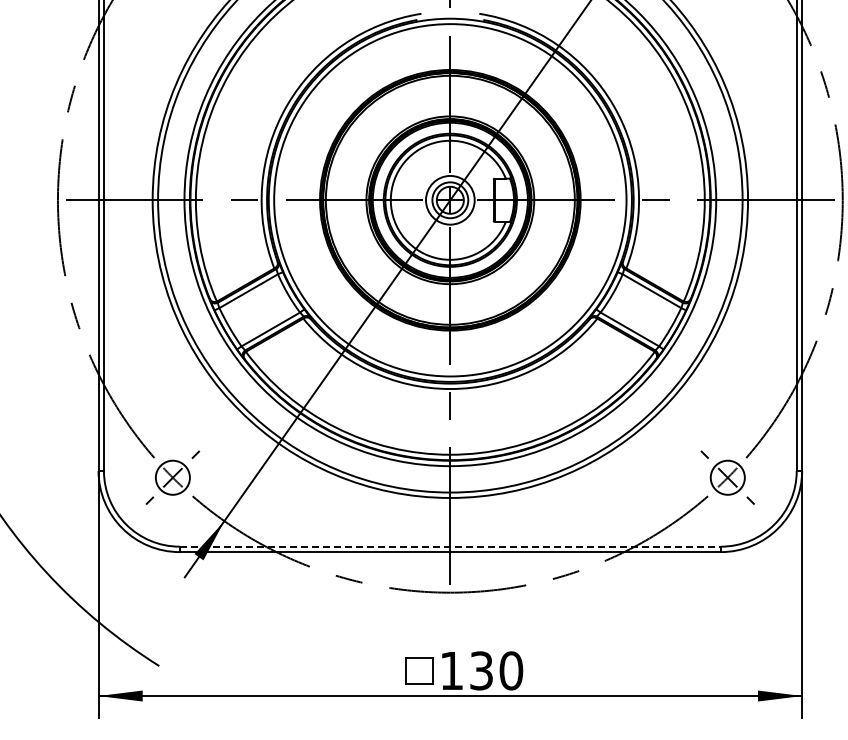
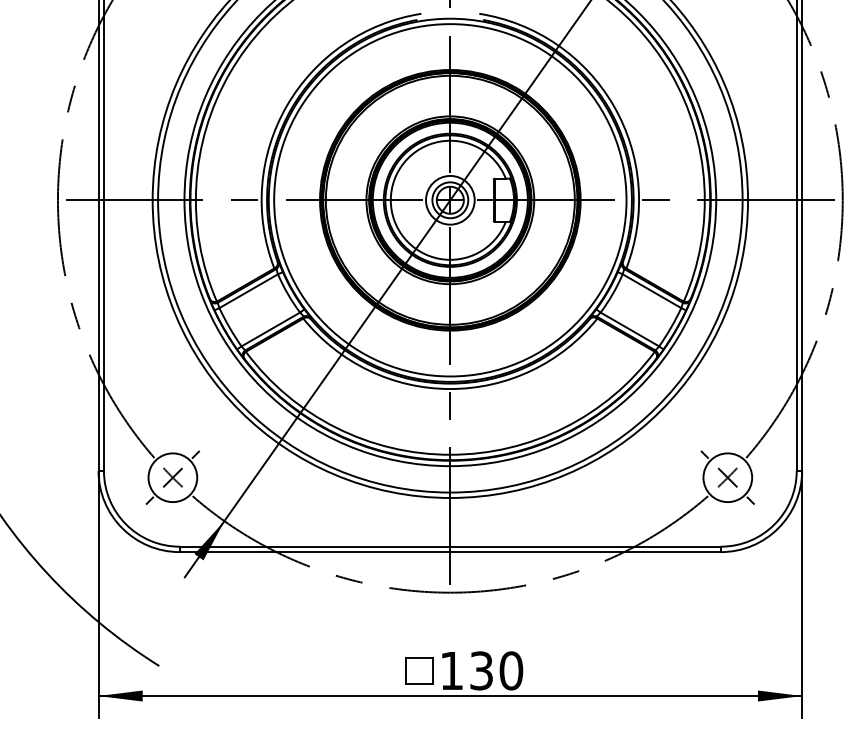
circle at (172, 477) diameter: 34 px -> 49 px
circle at (727, 477) diameter: 34 px -> 49 px
line at (450, 546): dashed -> solid
